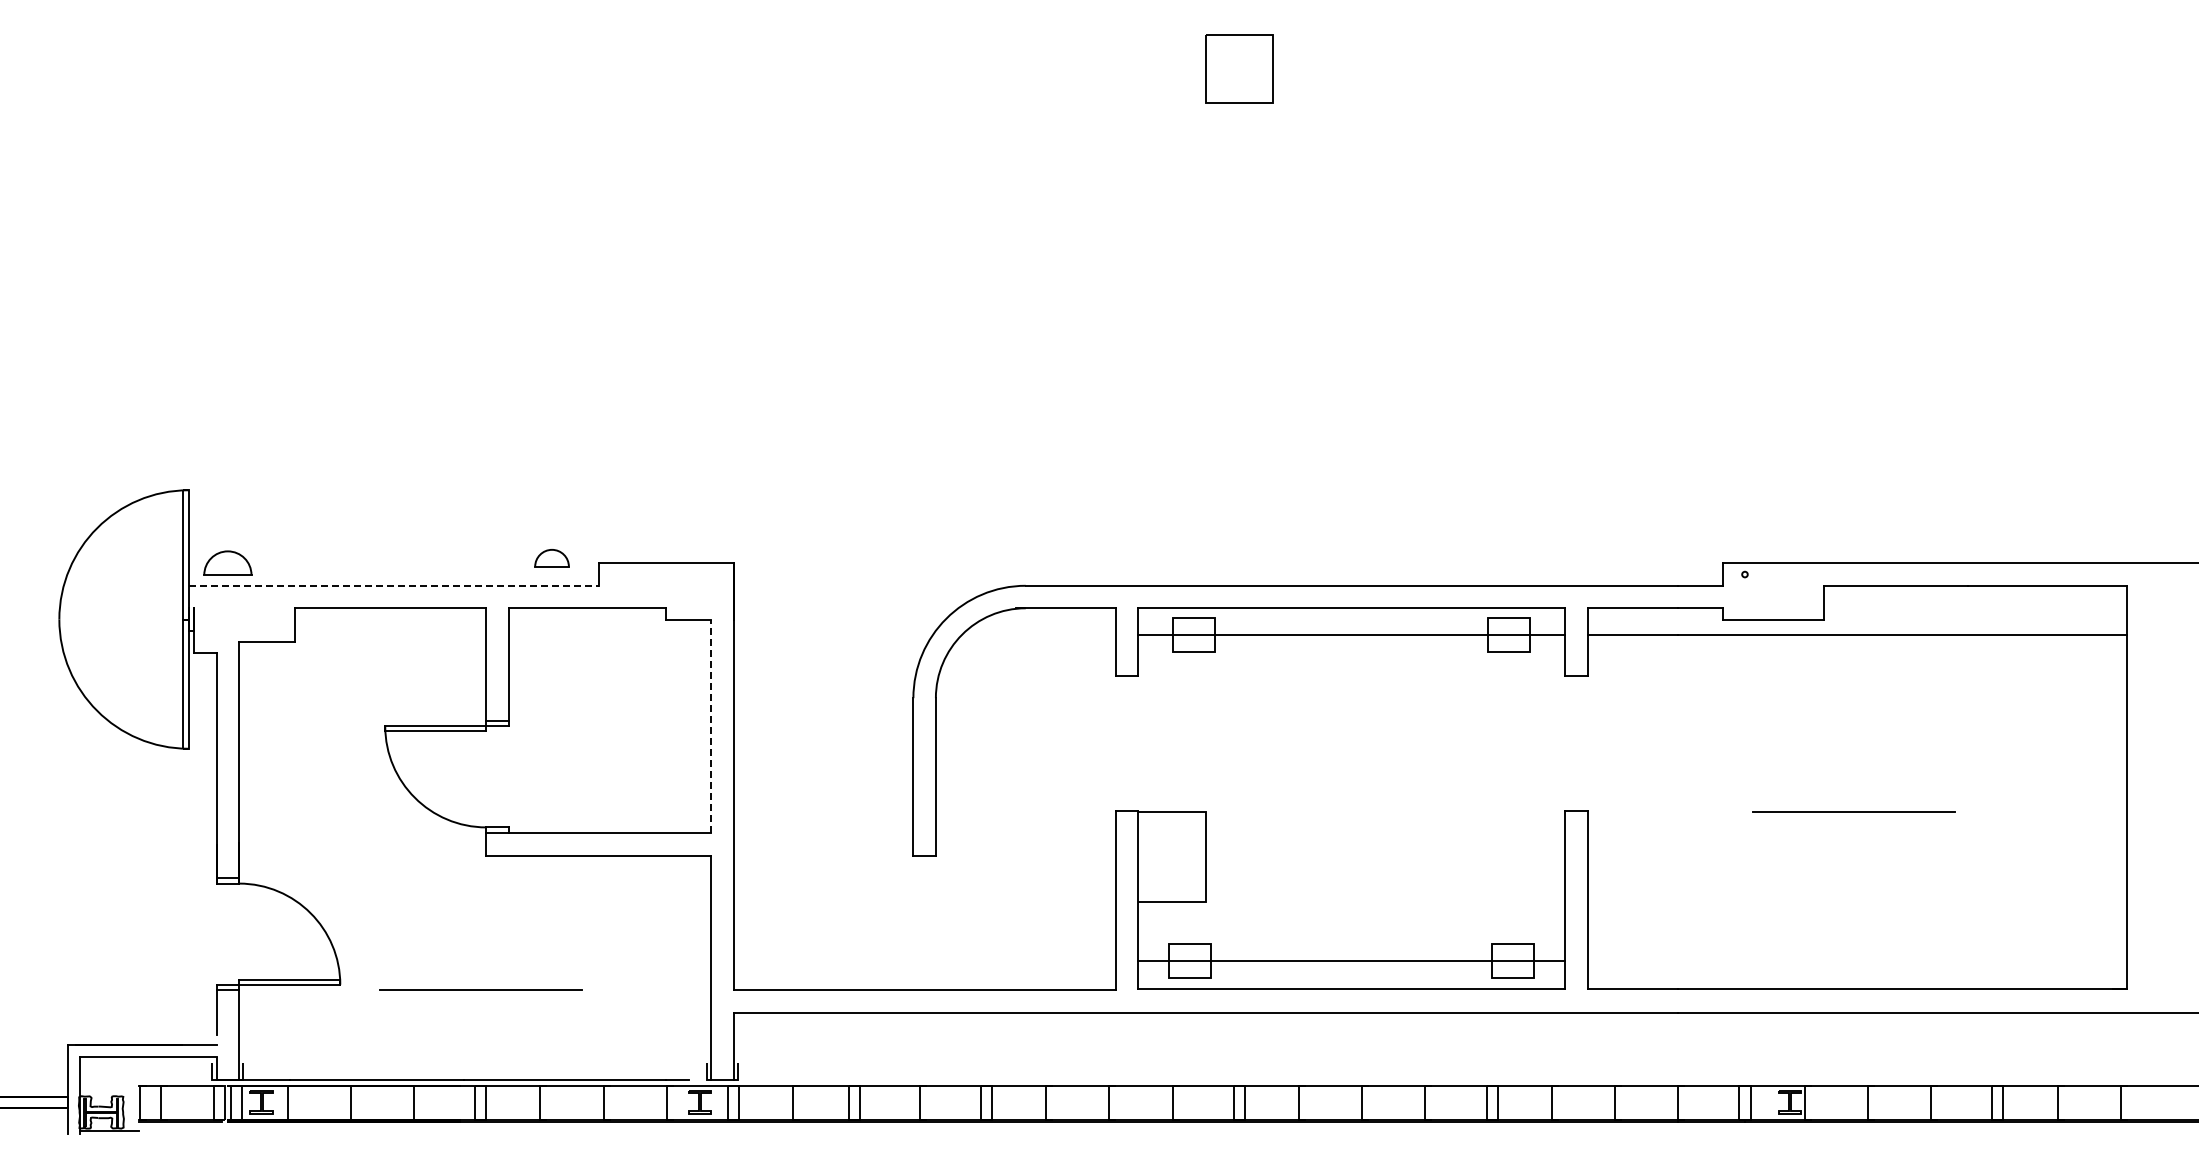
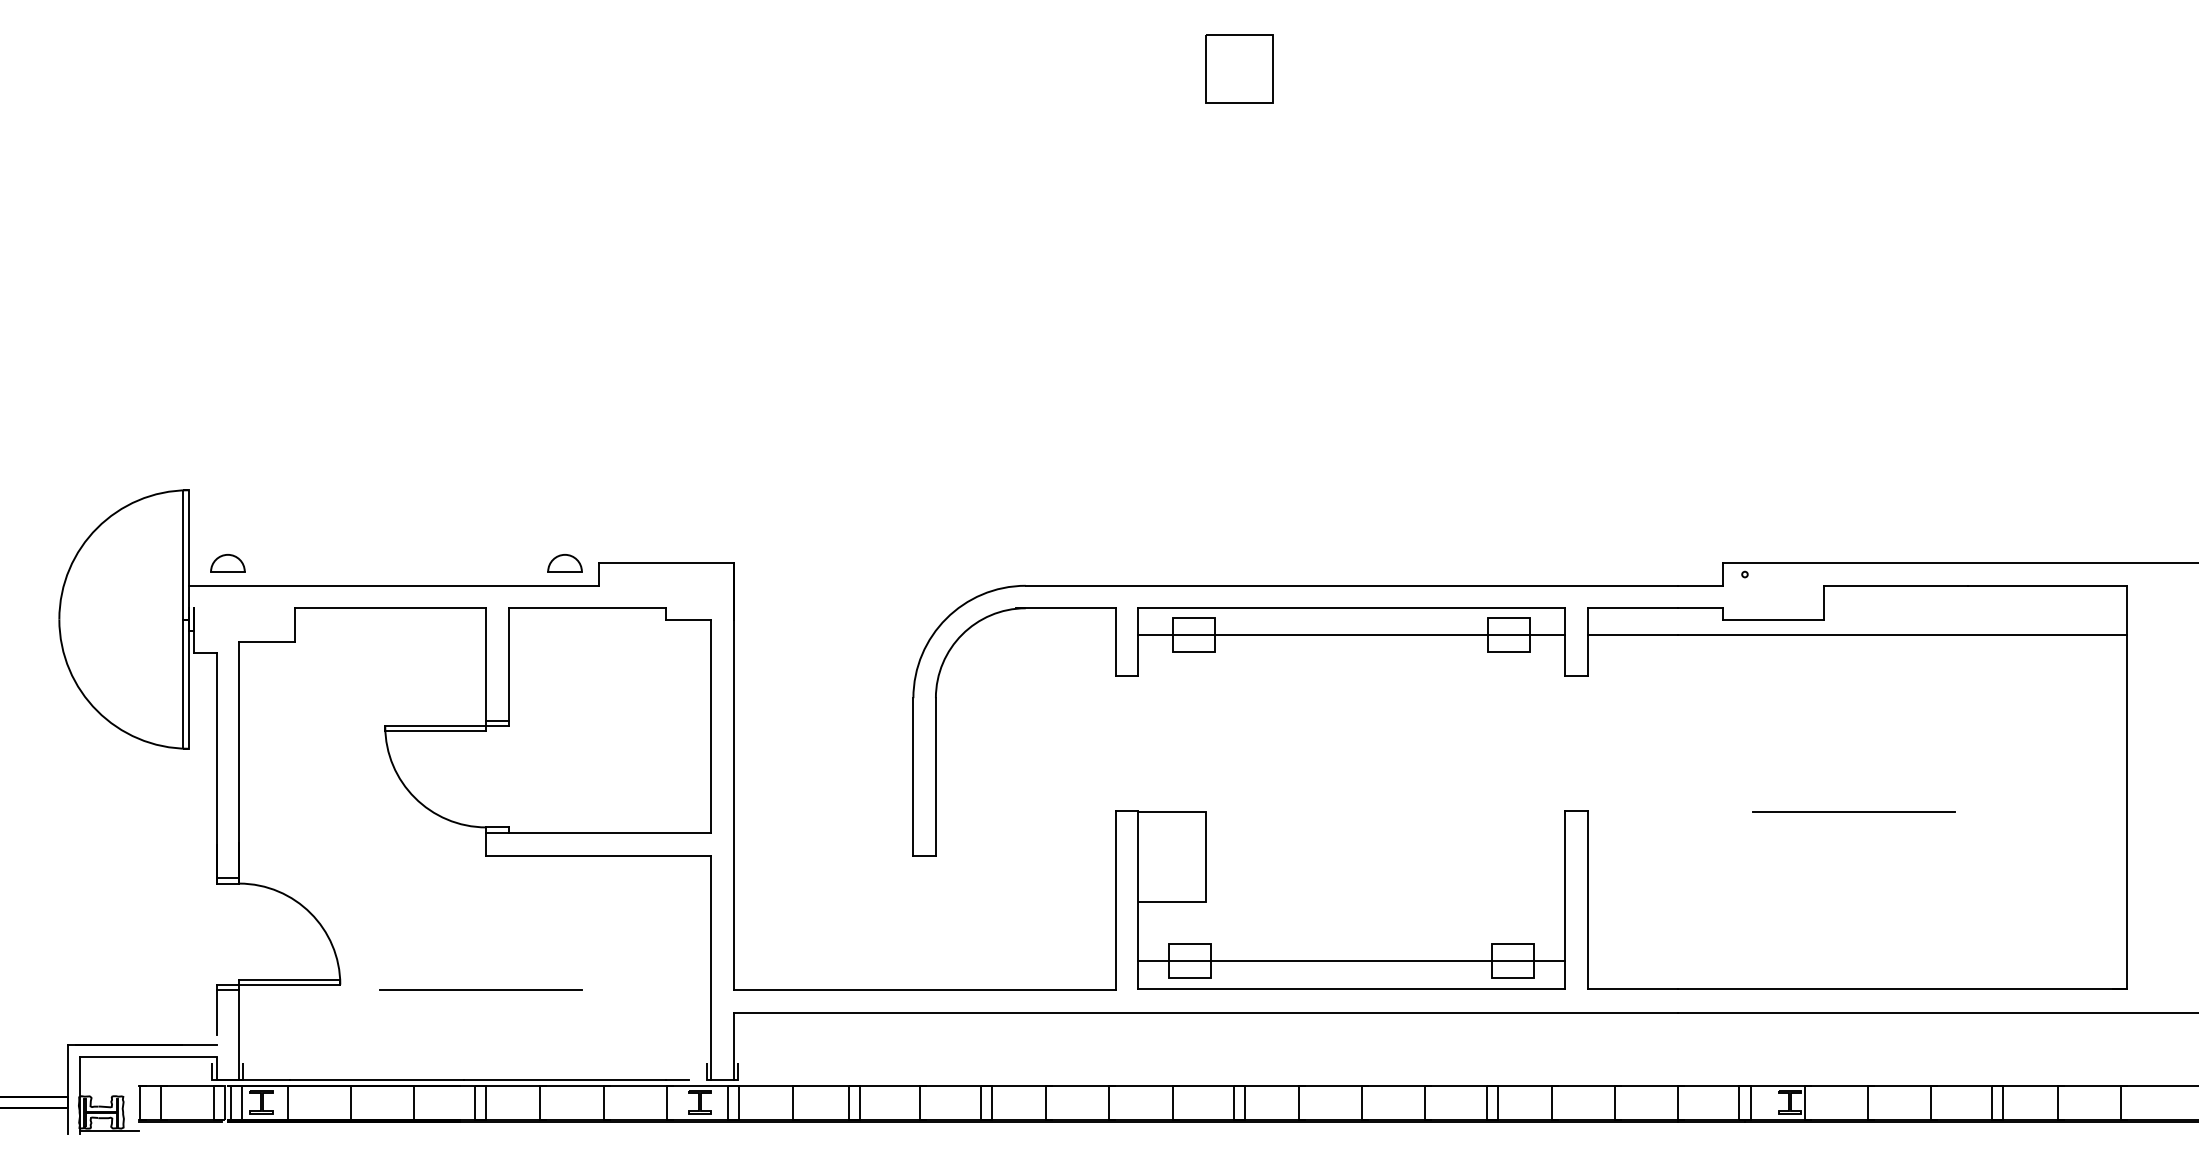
part at (551, 558) position: (551, 558) -> (564, 563)
part at (227, 562) size: 50x26 px -> 36x19 px
line at (394, 585): dashed -> solid
line at (711, 726): dashed -> solid
